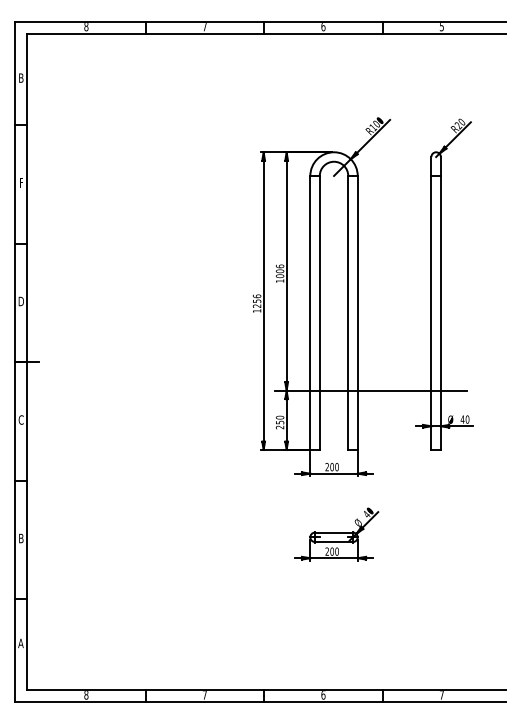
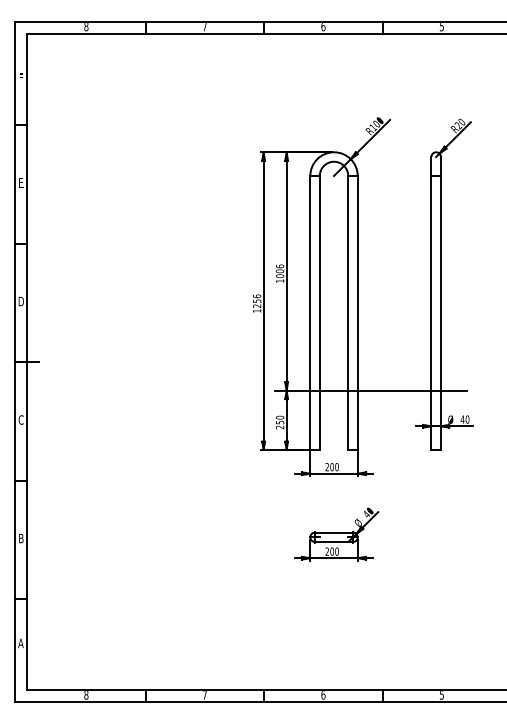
text at (21, 77): B -> F
text at (21, 182): F -> E
text at (441, 695): 7 -> 5
